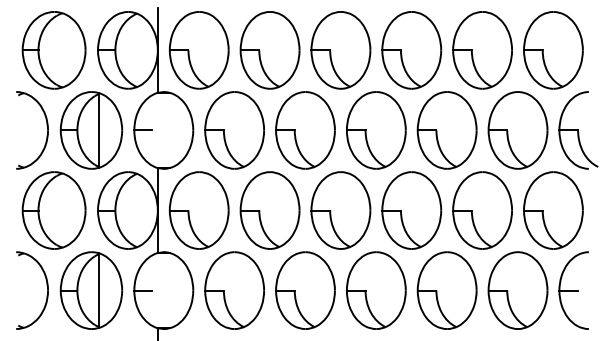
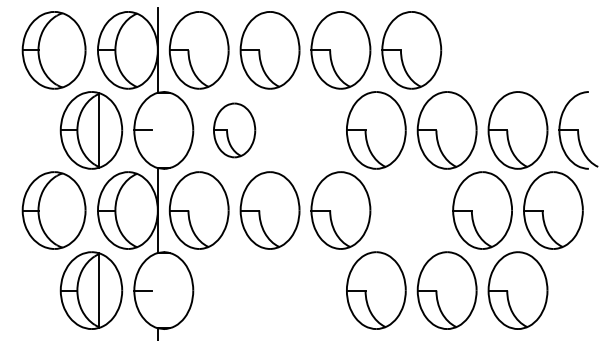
part at (482, 50): present -> none
part at (553, 50): present -> none
part at (46, 125): present -> none
part at (234, 130) size: 61x79 px -> 44x57 px
part at (305, 130): present -> none
part at (411, 210): present -> none
part at (46, 285): present -> none
part at (234, 290): present -> none
part at (305, 290): present -> none
part at (573, 290): present -> none
